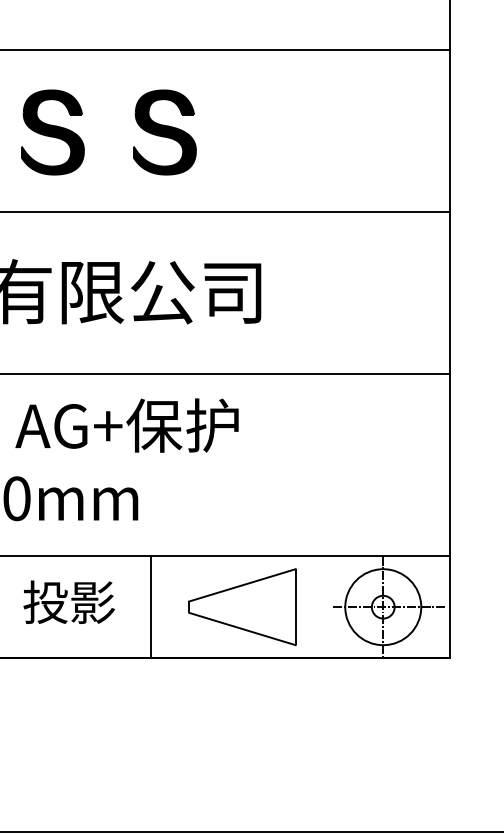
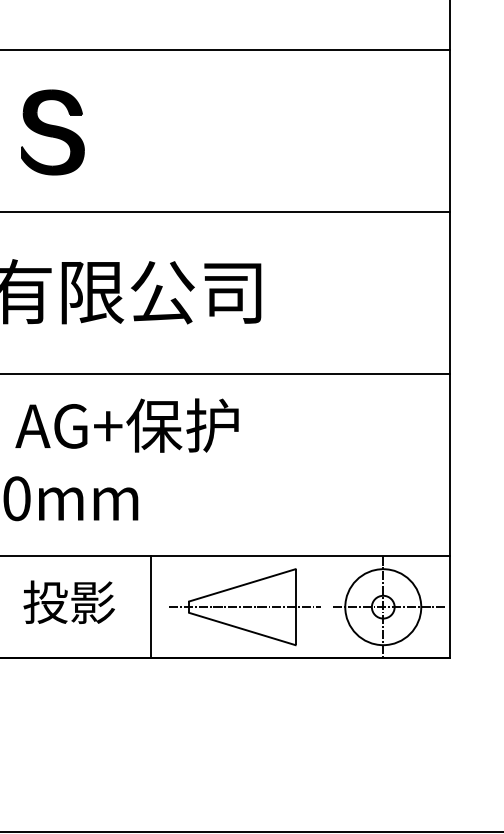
part at (164, 132): present -> none
line at (244, 607): none -> present
